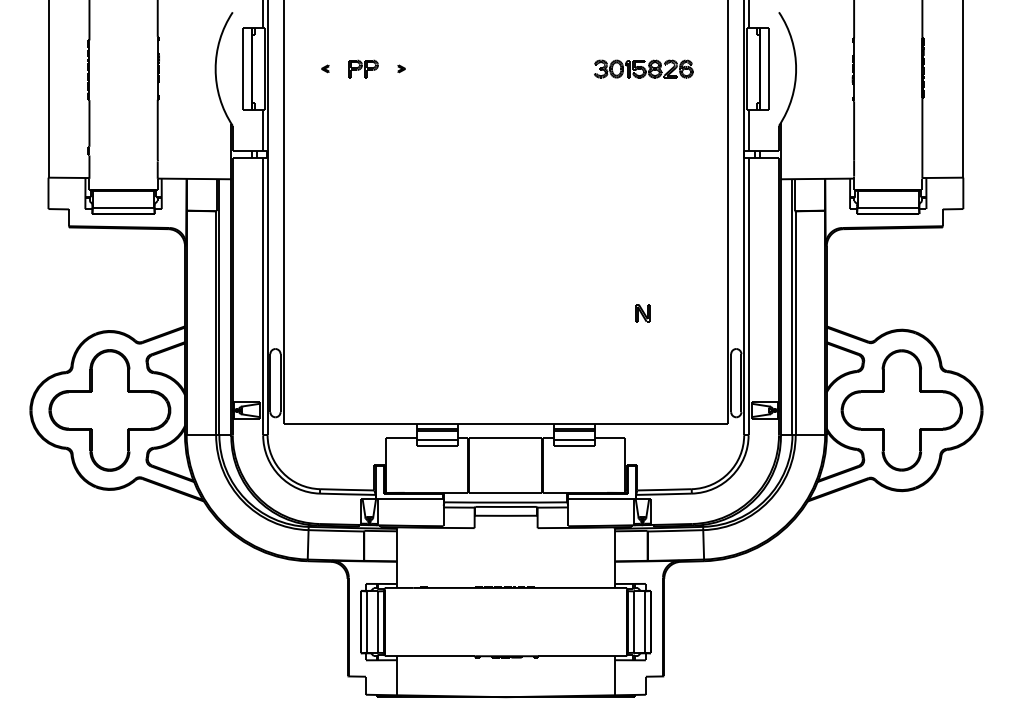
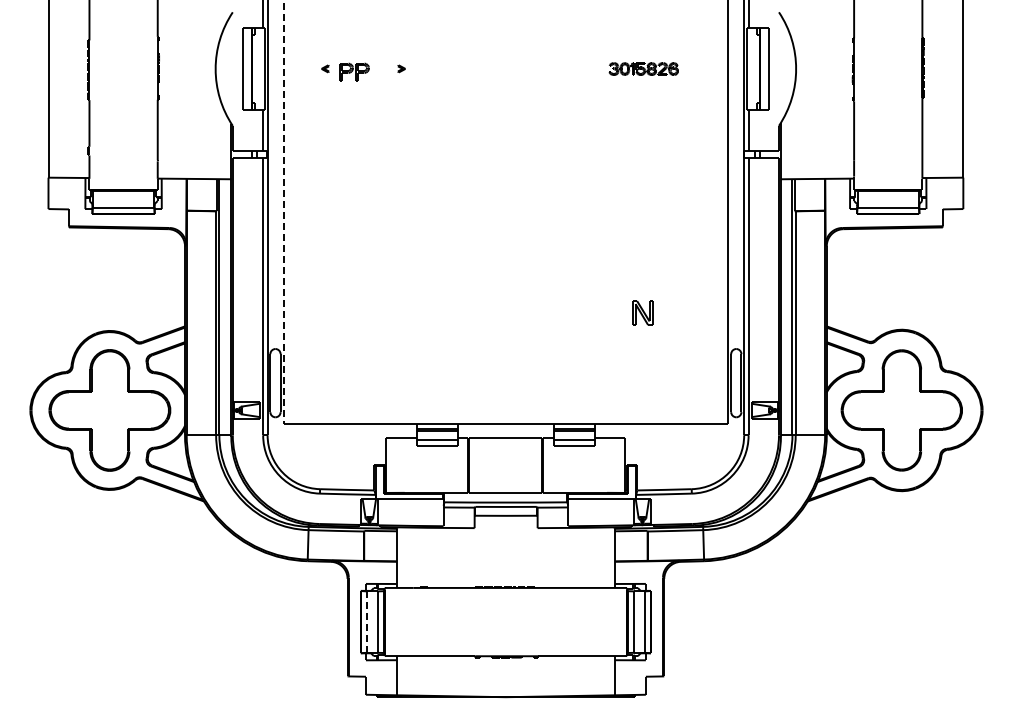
part at (363, 68) position: (363, 68) -> (354, 71)
part at (643, 68) size: 100x20 px -> 71x14 px
line at (284, 212): solid -> dashed
part at (642, 313) size: 16x19 px -> 22x26 px
line at (366, 622): solid -> dashed
